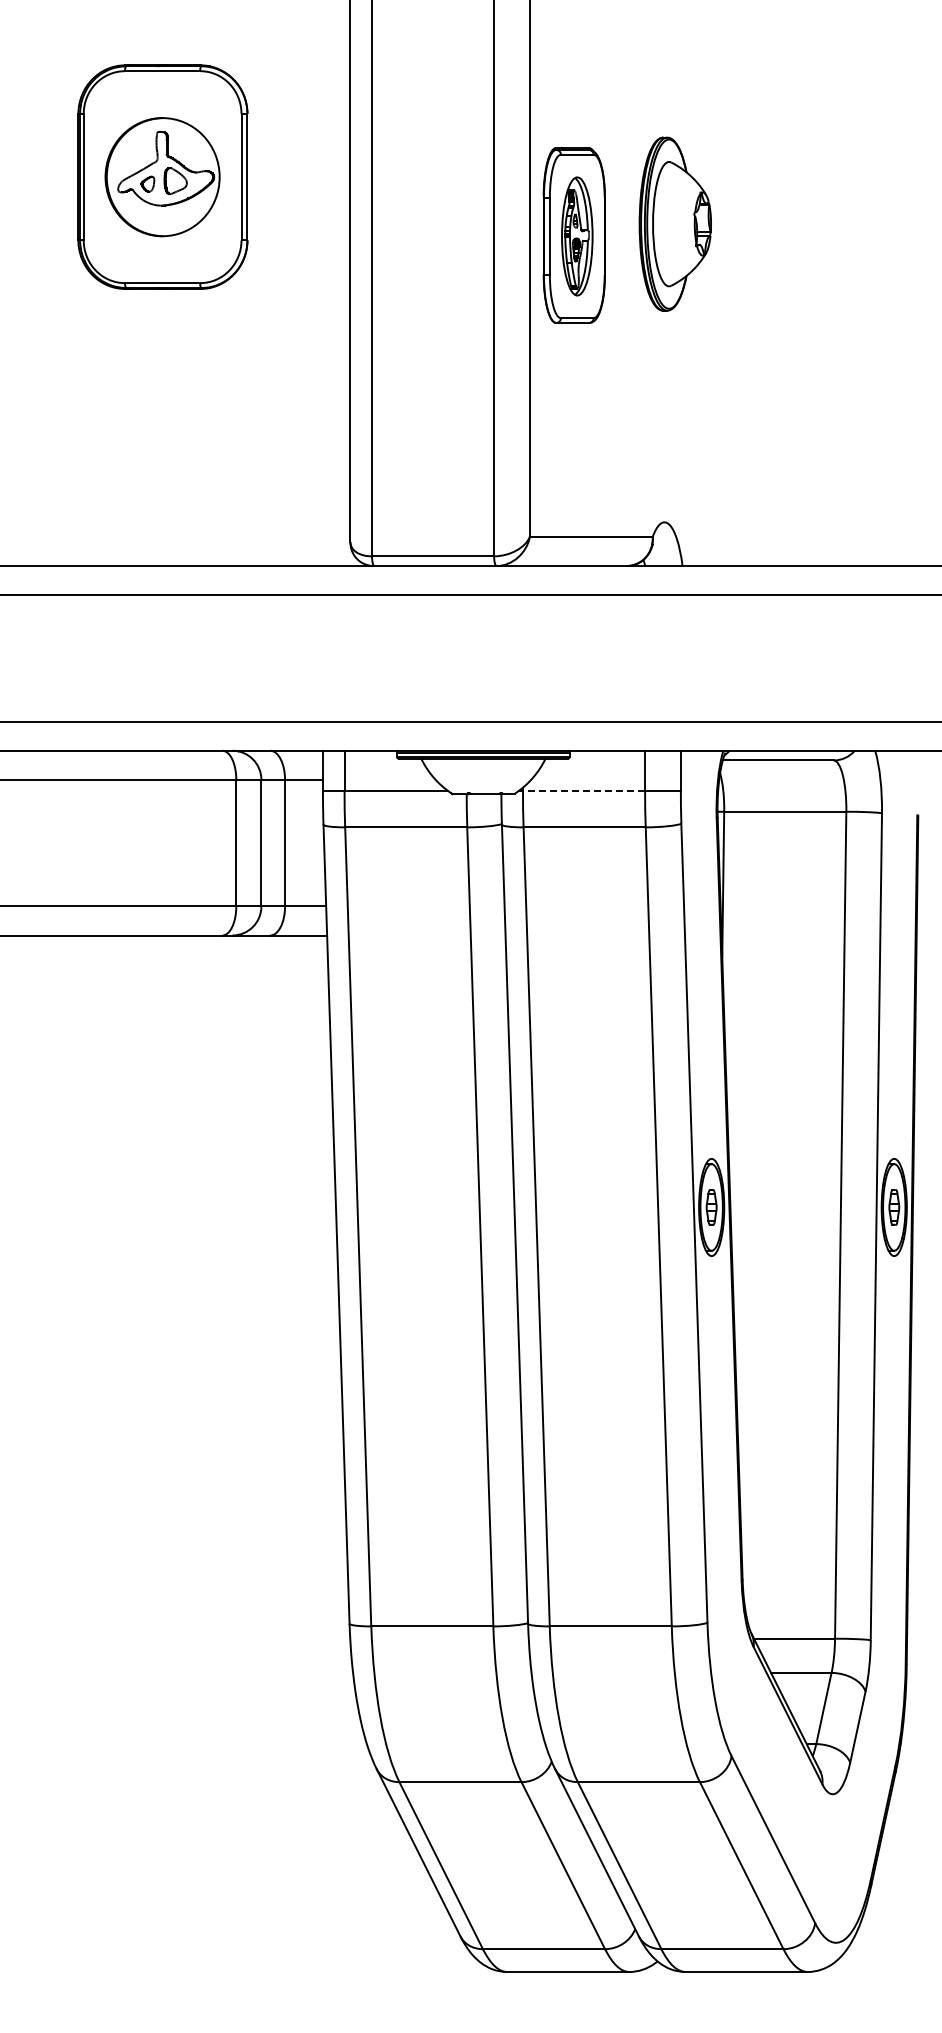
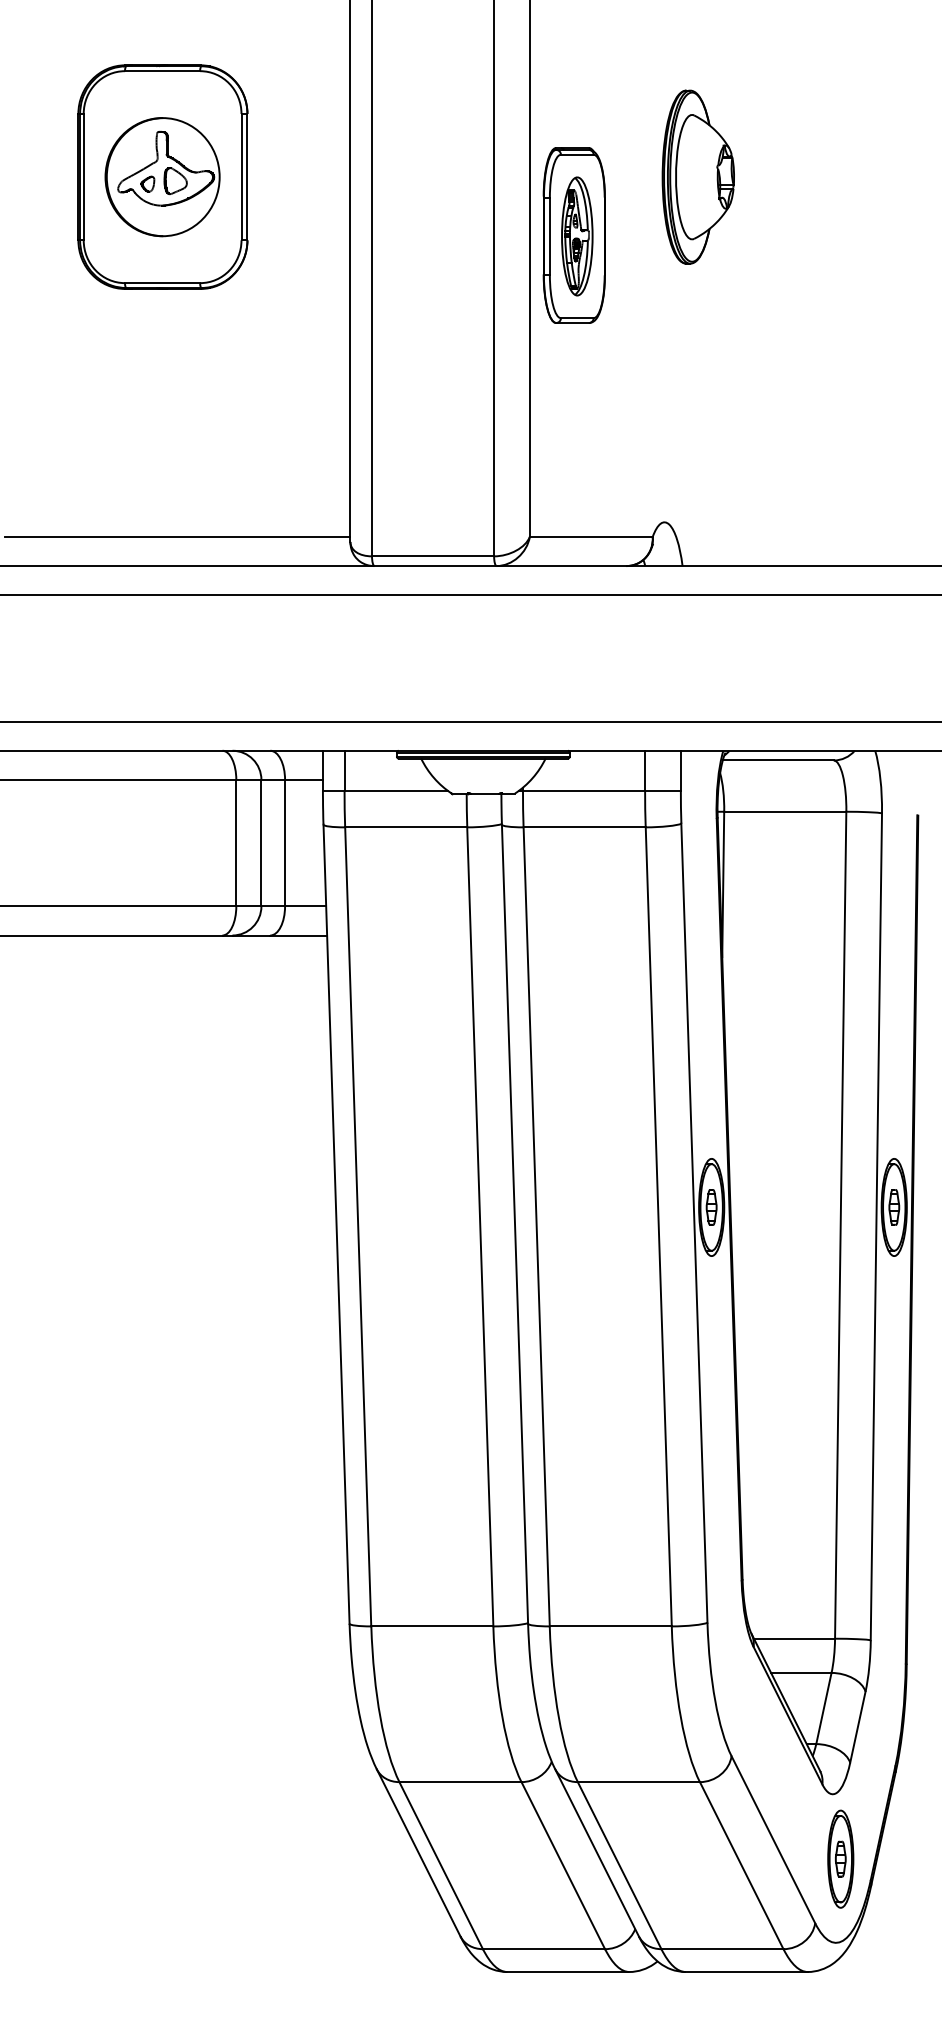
part at (674, 223) position: (674, 223) -> (697, 176)
line at (177, 536): none -> present
line at (583, 790): dashed -> solid
part at (840, 1858): none -> present
